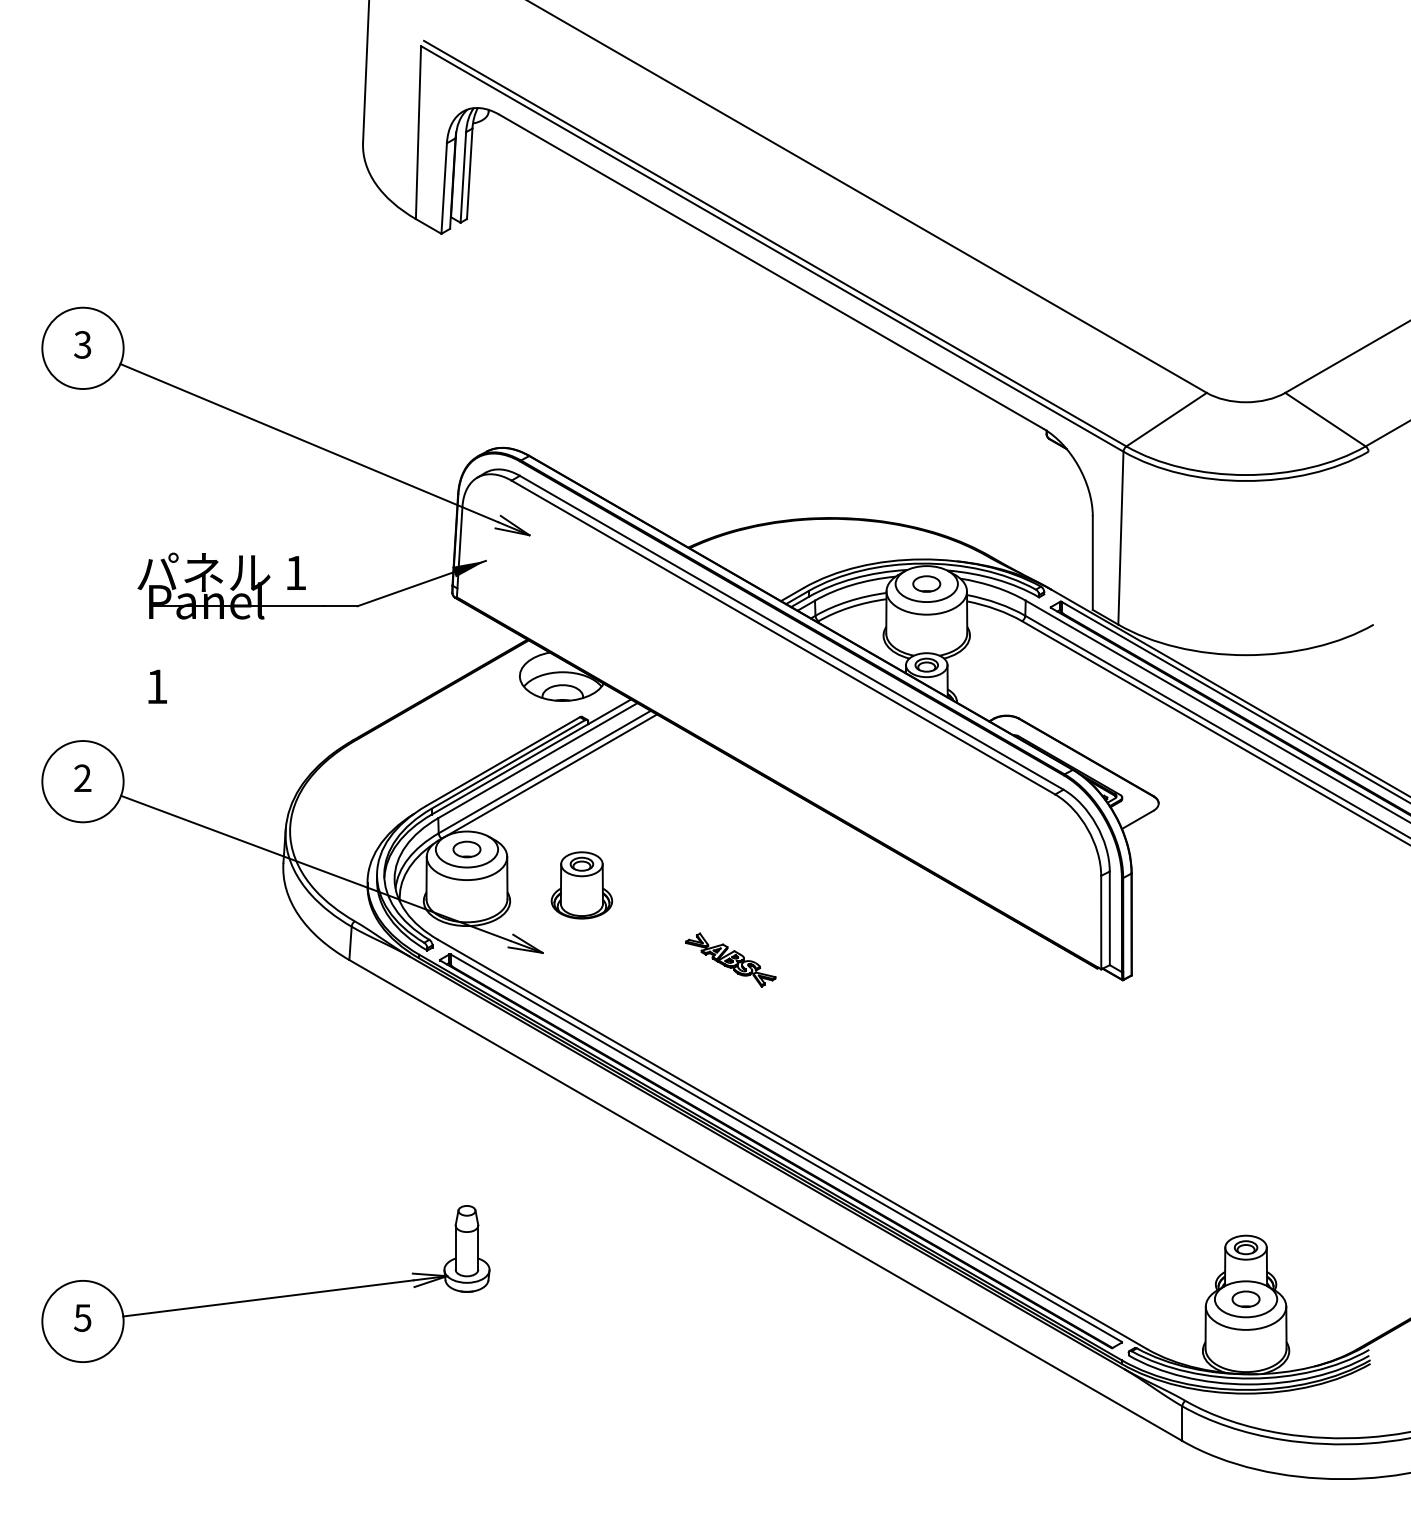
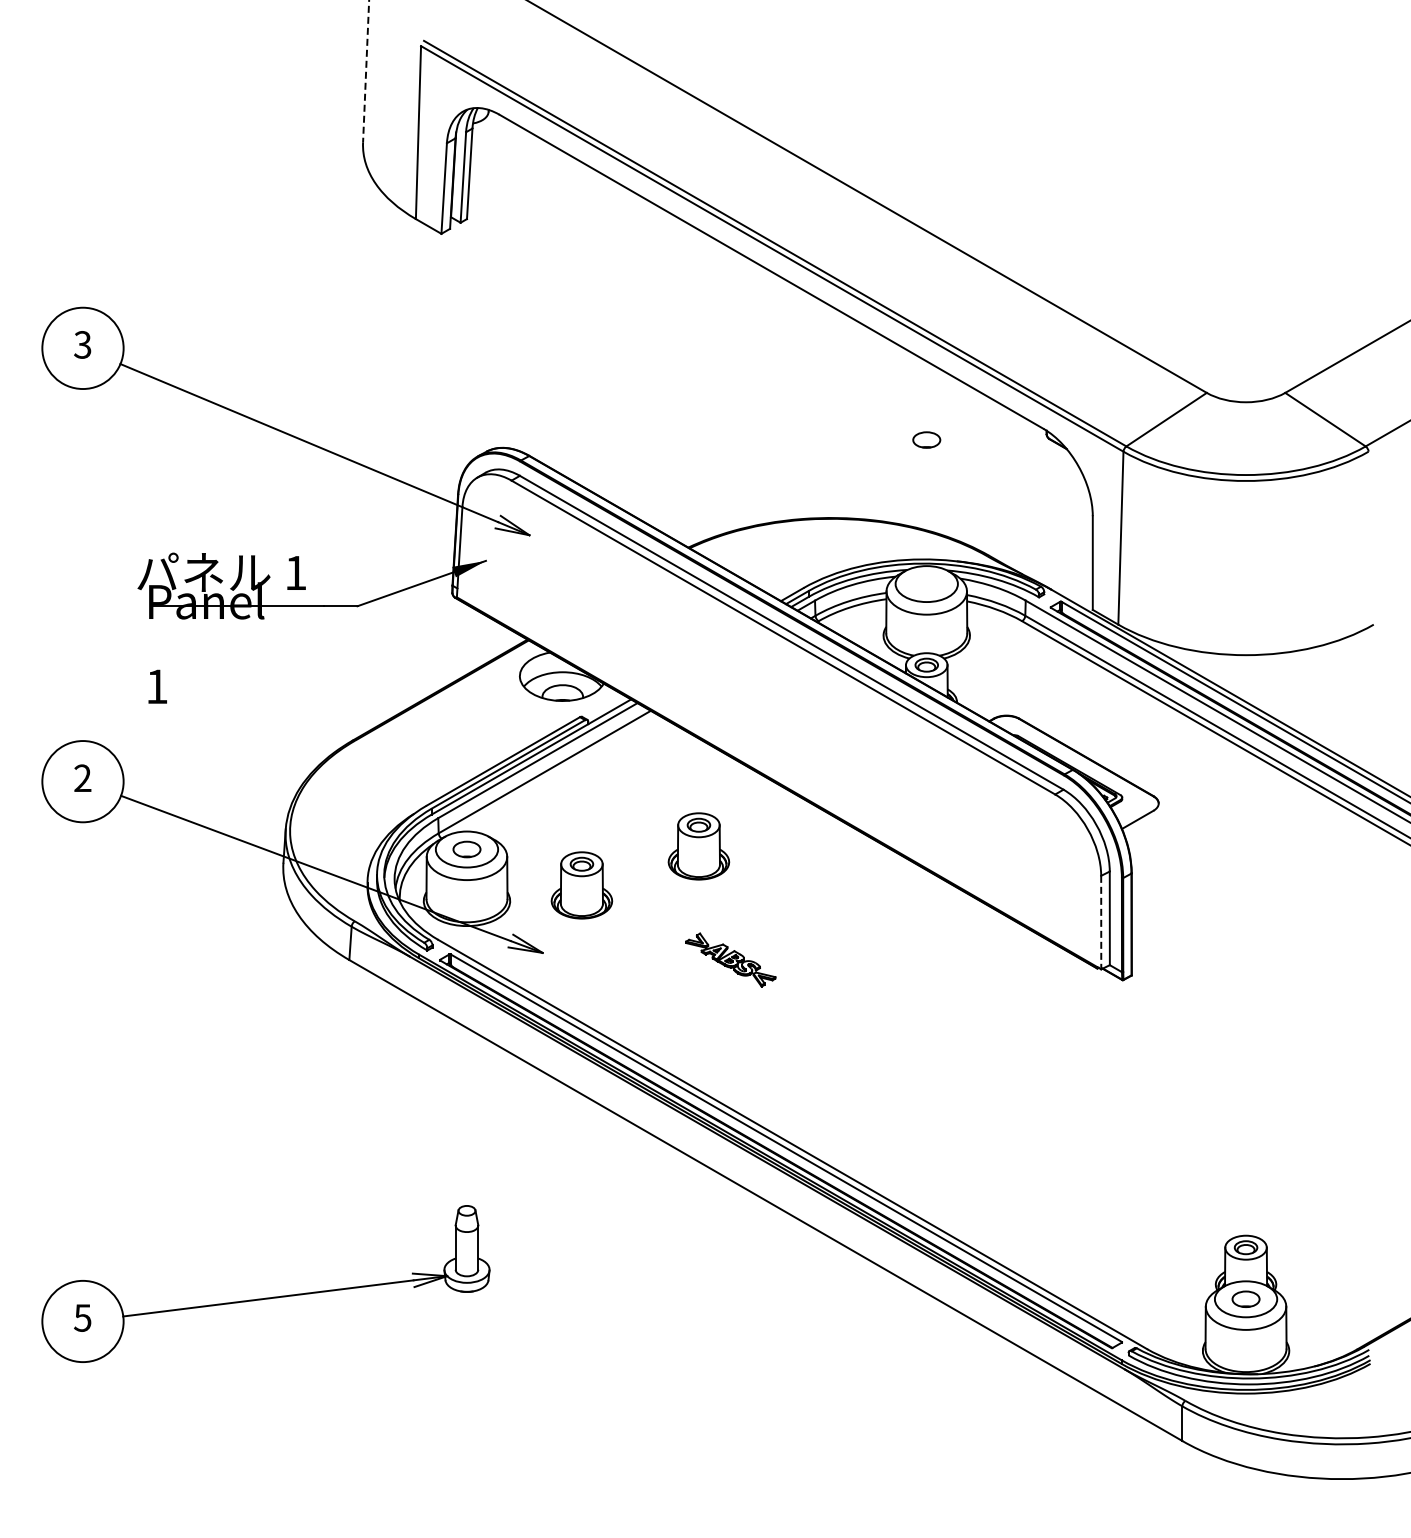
line at (366, 72): solid -> dashed
part at (926, 583) position: (926, 583) -> (926, 439)
line at (552, 774): present -> none
part at (698, 846): none -> present
line at (1101, 922): solid -> dashed
